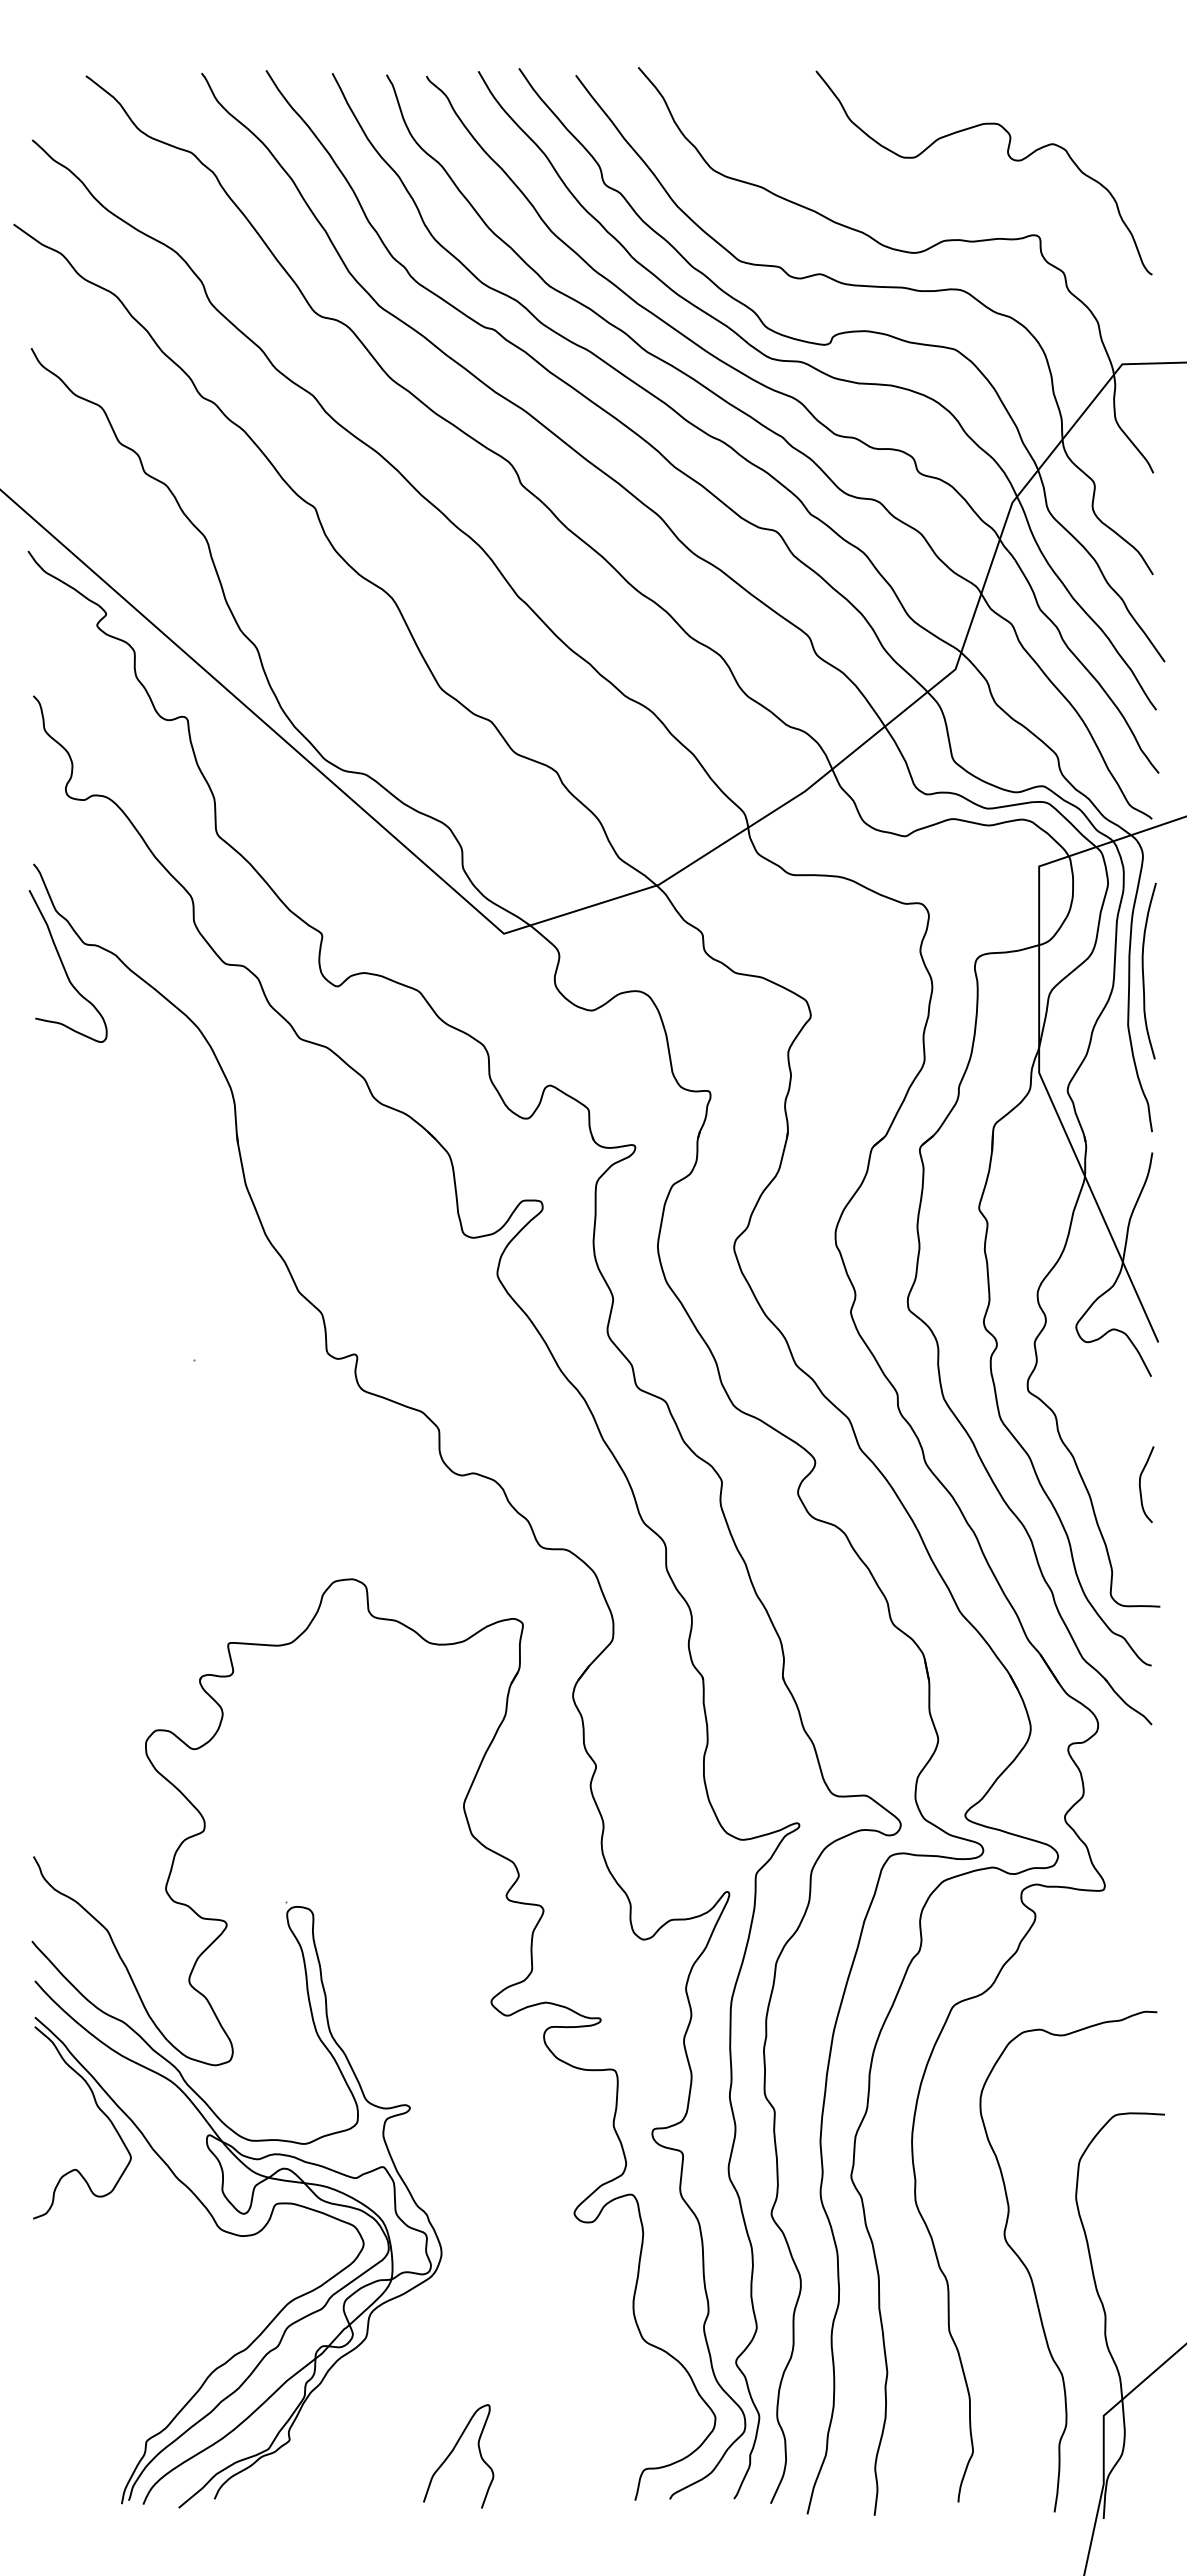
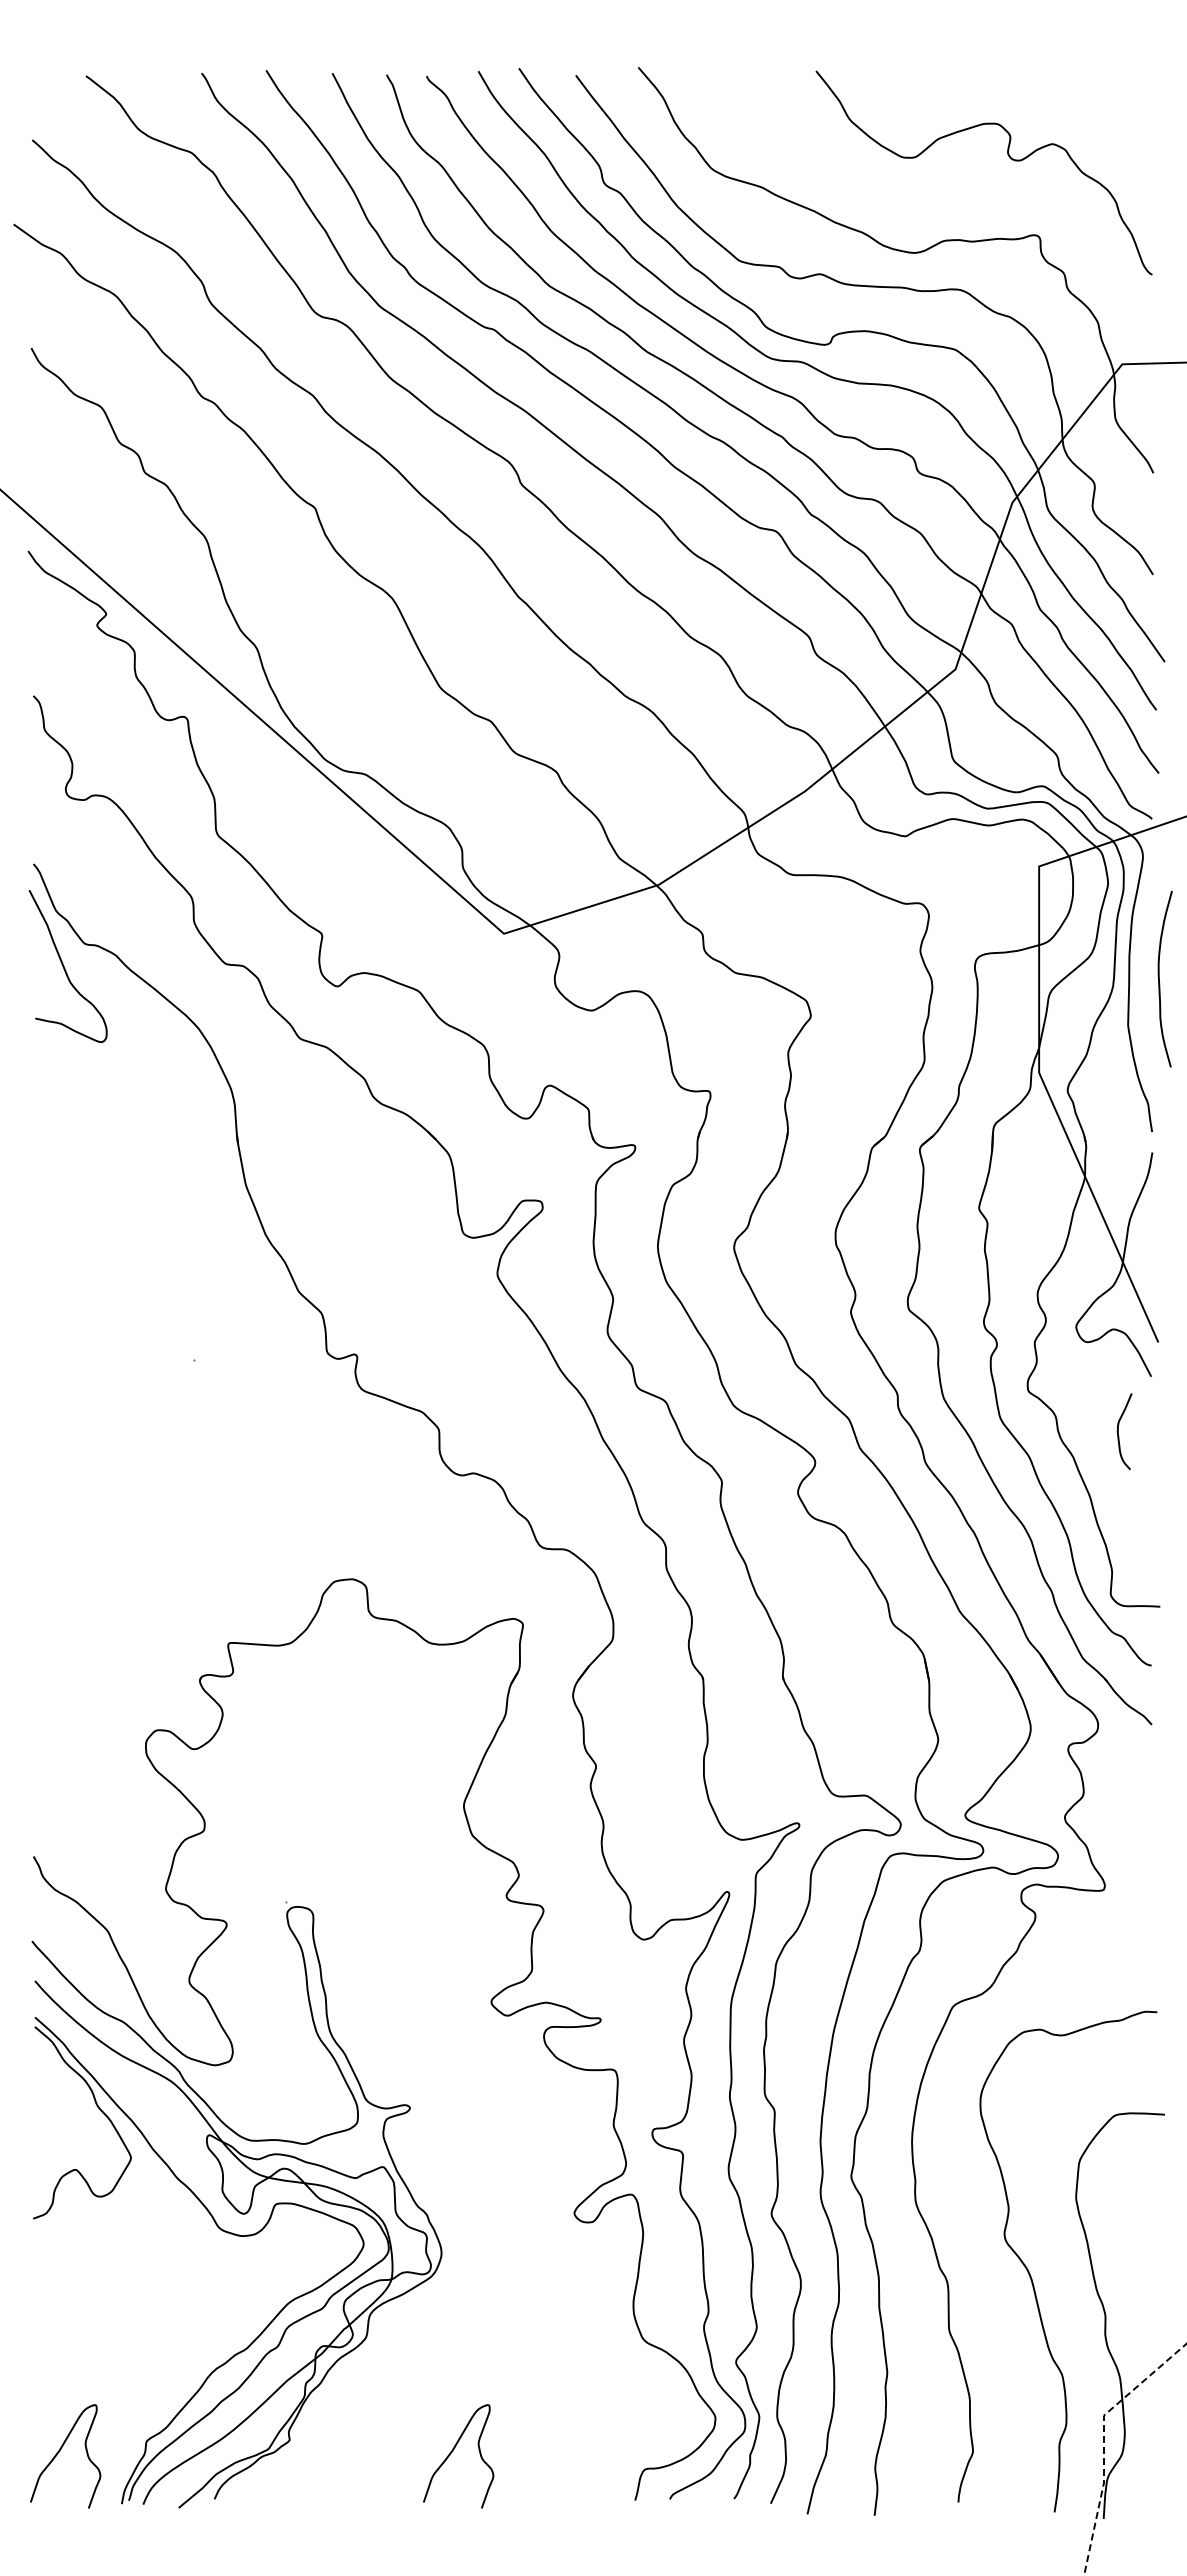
curve at (1143, 970) position: (1143, 970) -> (1159, 978)
curve at (1140, 1484) position: (1140, 1484) -> (1118, 1431)
line at (1103, 2442): solid -> dashed
curve at (60, 2451): none -> present
